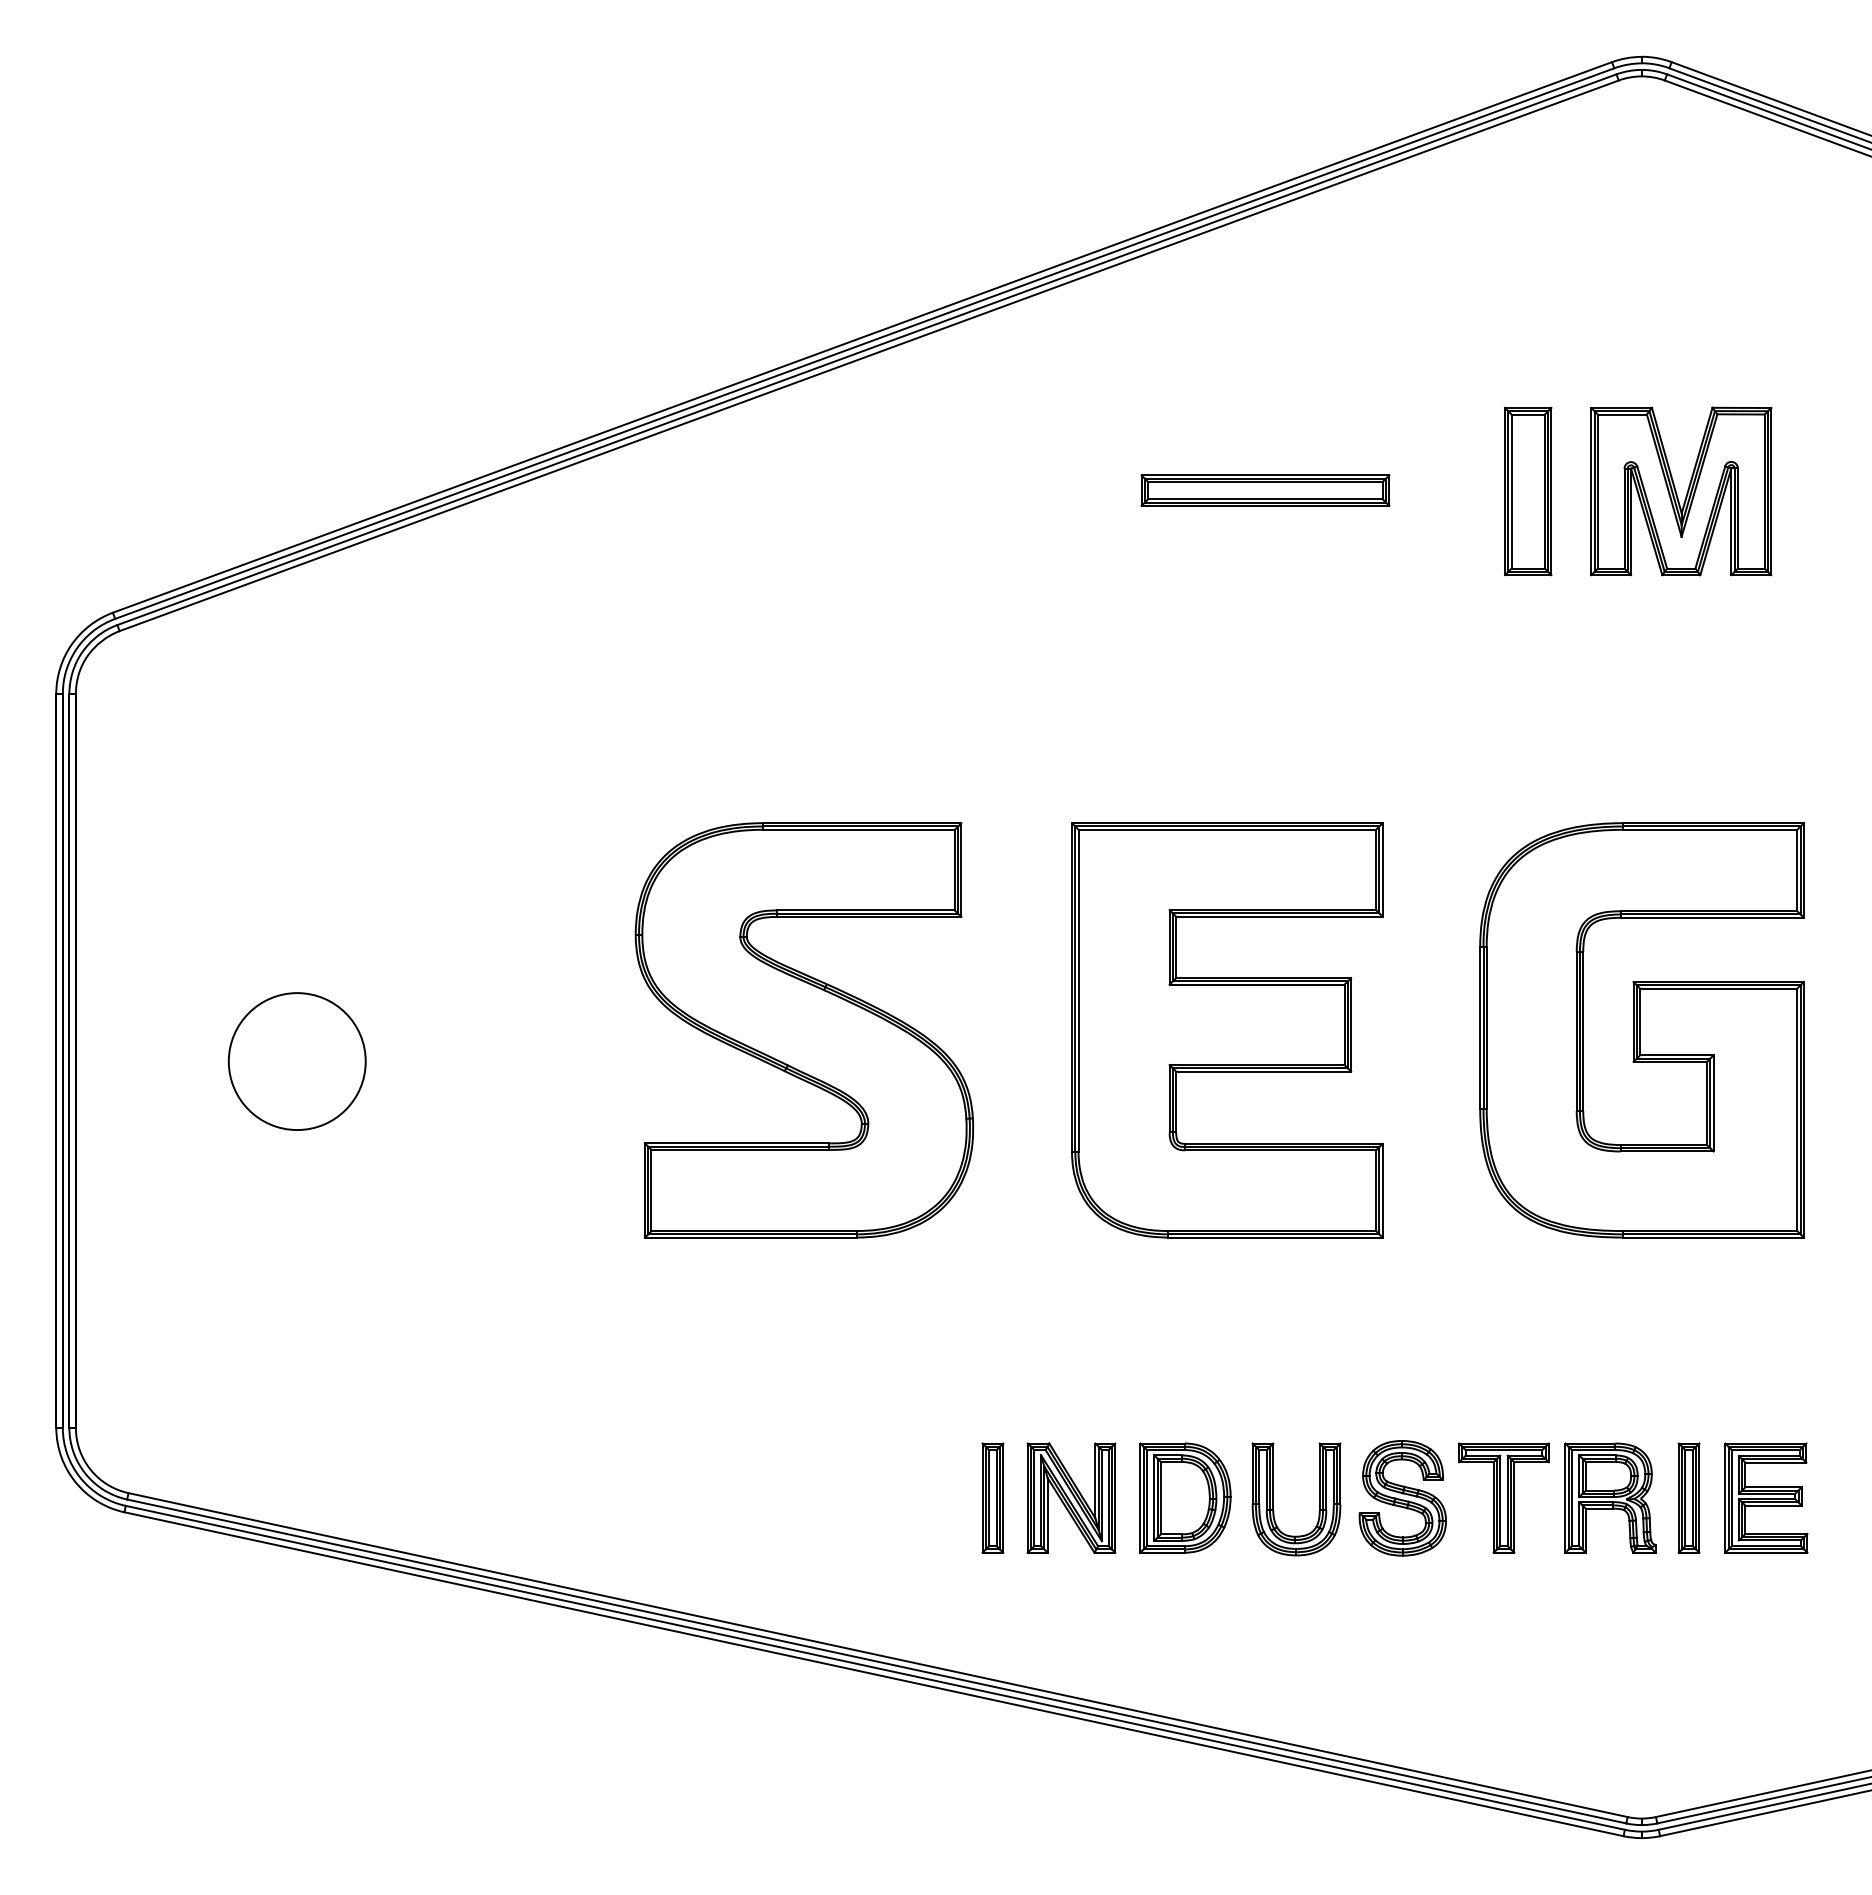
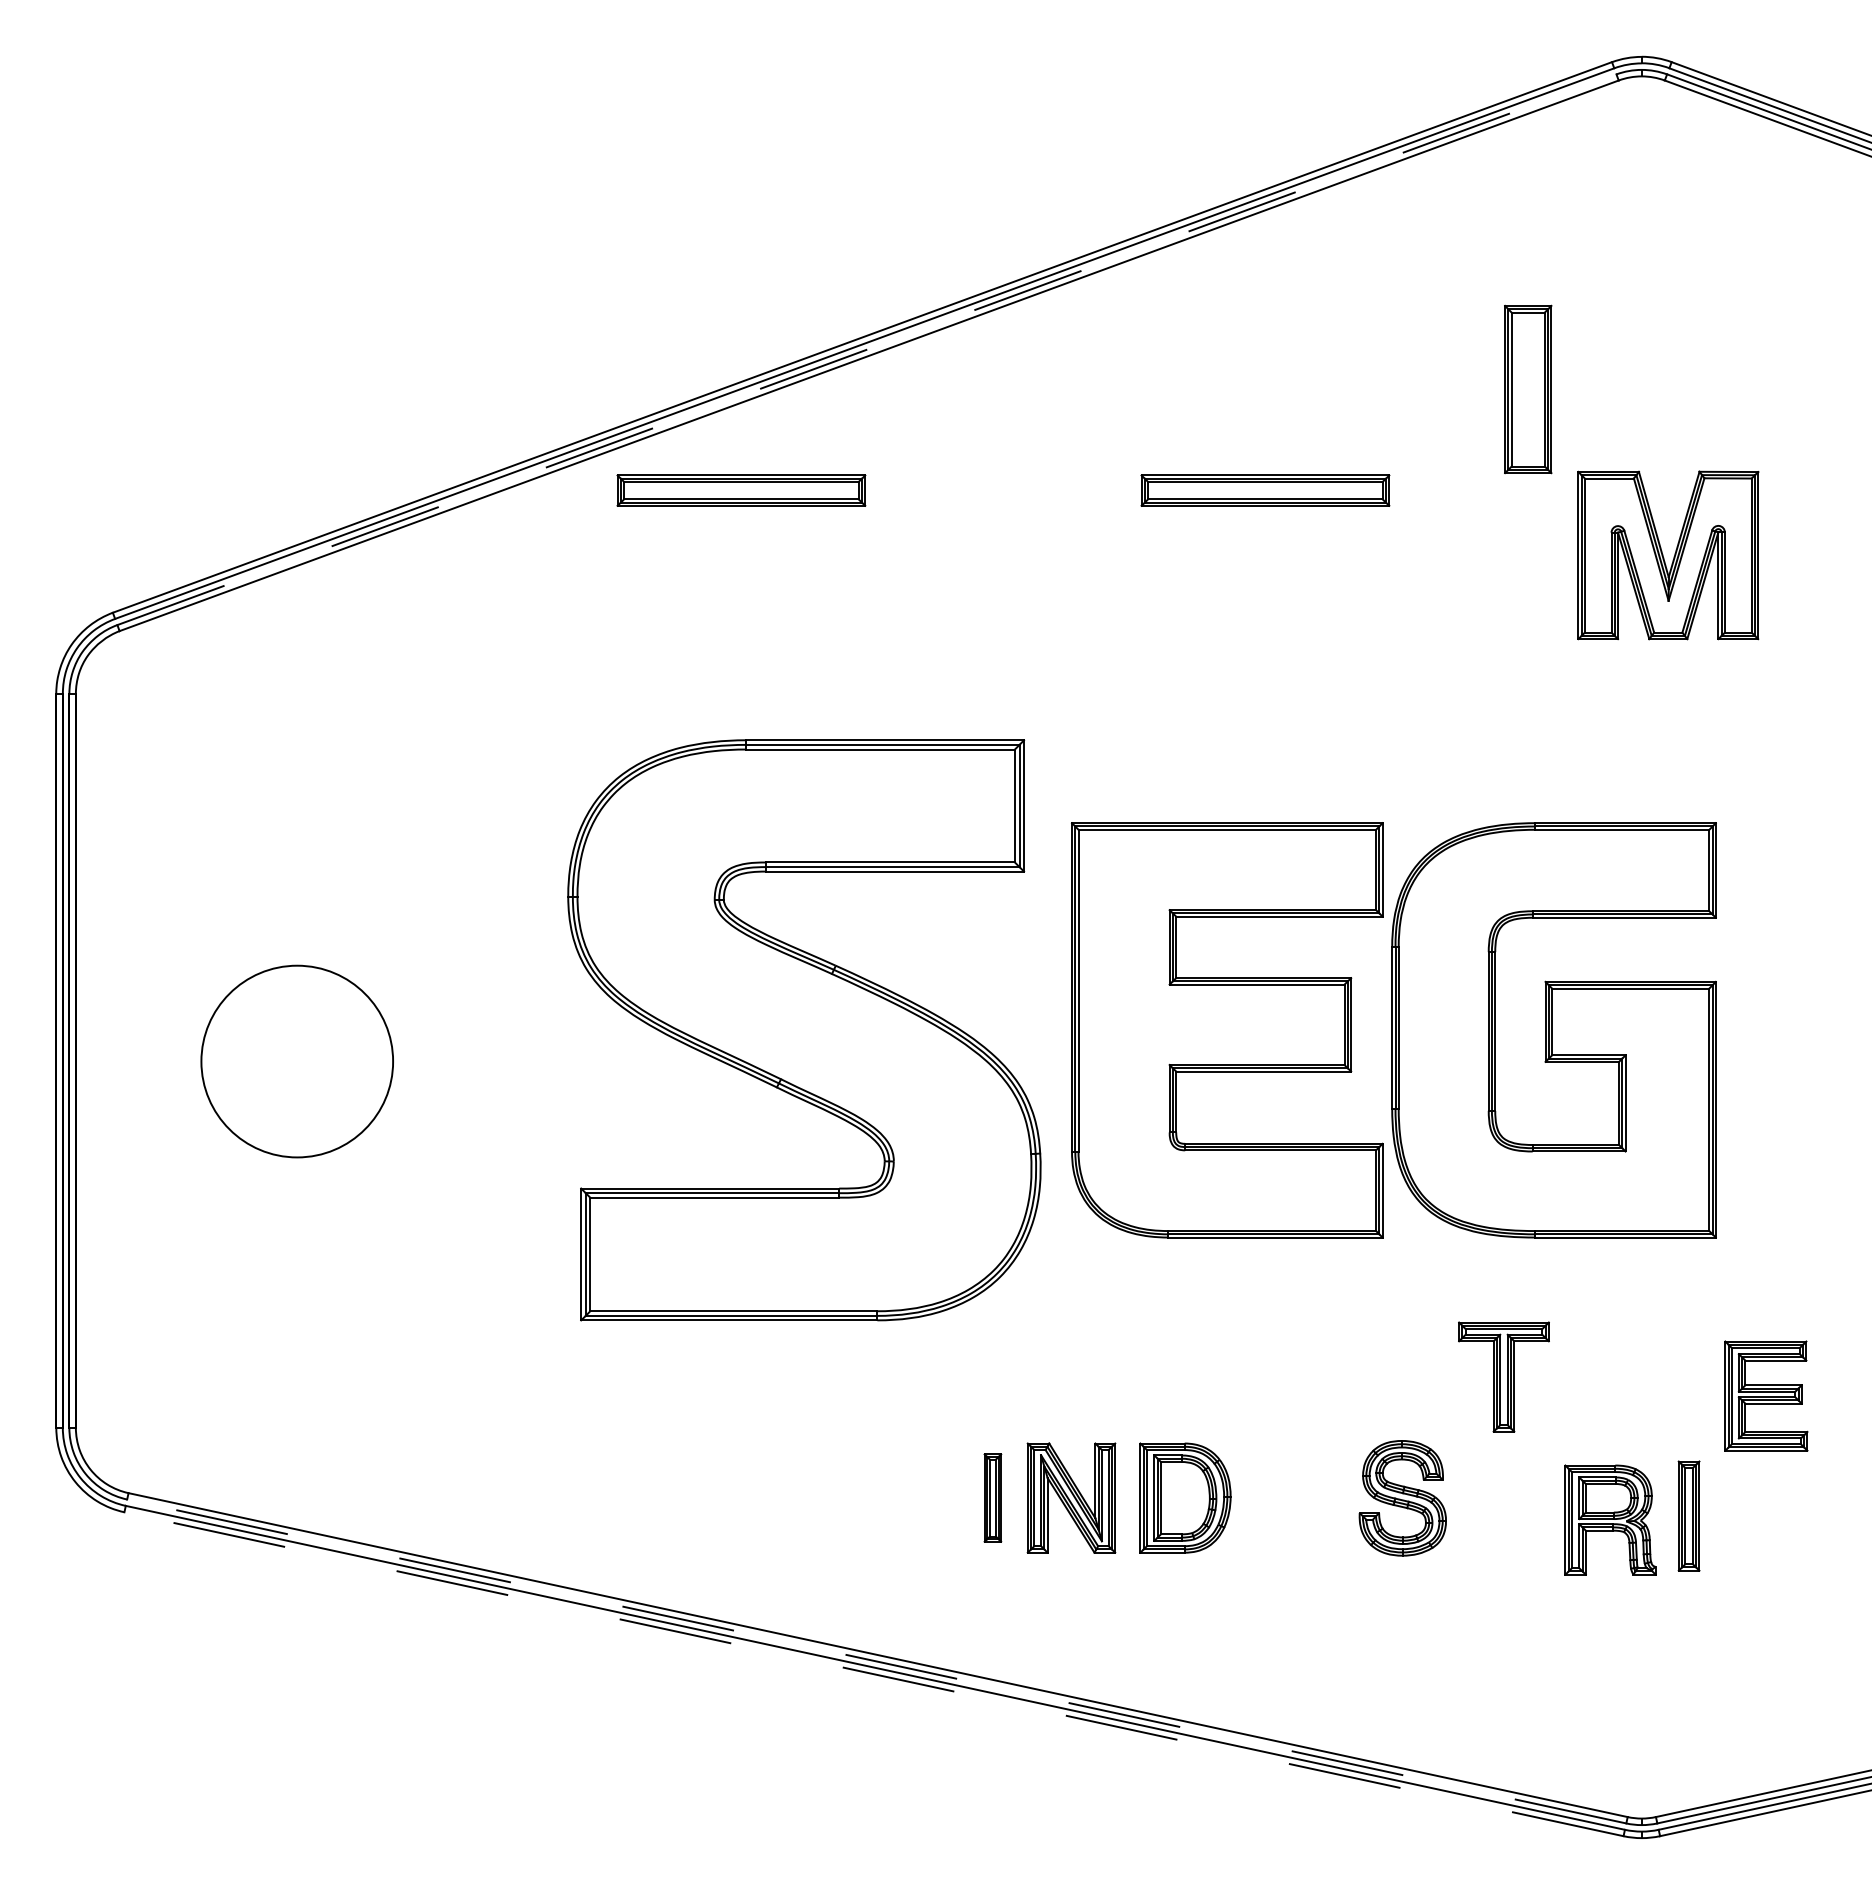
line at (867, 349): solid -> dashed
part at (741, 490): none -> present
part at (1528, 491) position: (1528, 491) -> (1528, 389)
part at (1681, 491) position: (1681, 491) -> (1668, 555)
part at (804, 1030) size: 341x417 px -> 475x583 px
part at (1641, 1030) position: (1641, 1030) -> (1553, 1030)
circle at (296, 1061) diameter: 137 px -> 192 px
part at (992, 1497) size: 24x112 px -> 20x90 px
part at (1503, 1497) position: (1503, 1497) -> (1503, 1376)
part at (1610, 1497) position: (1610, 1497) -> (1610, 1519)
part at (1688, 1497) position: (1688, 1497) -> (1688, 1515)
part at (1766, 1497) position: (1766, 1497) -> (1766, 1395)
part at (1273, 1499): present -> none
line at (876, 1661): solid -> dashed
line at (874, 1674): solid -> dashed
